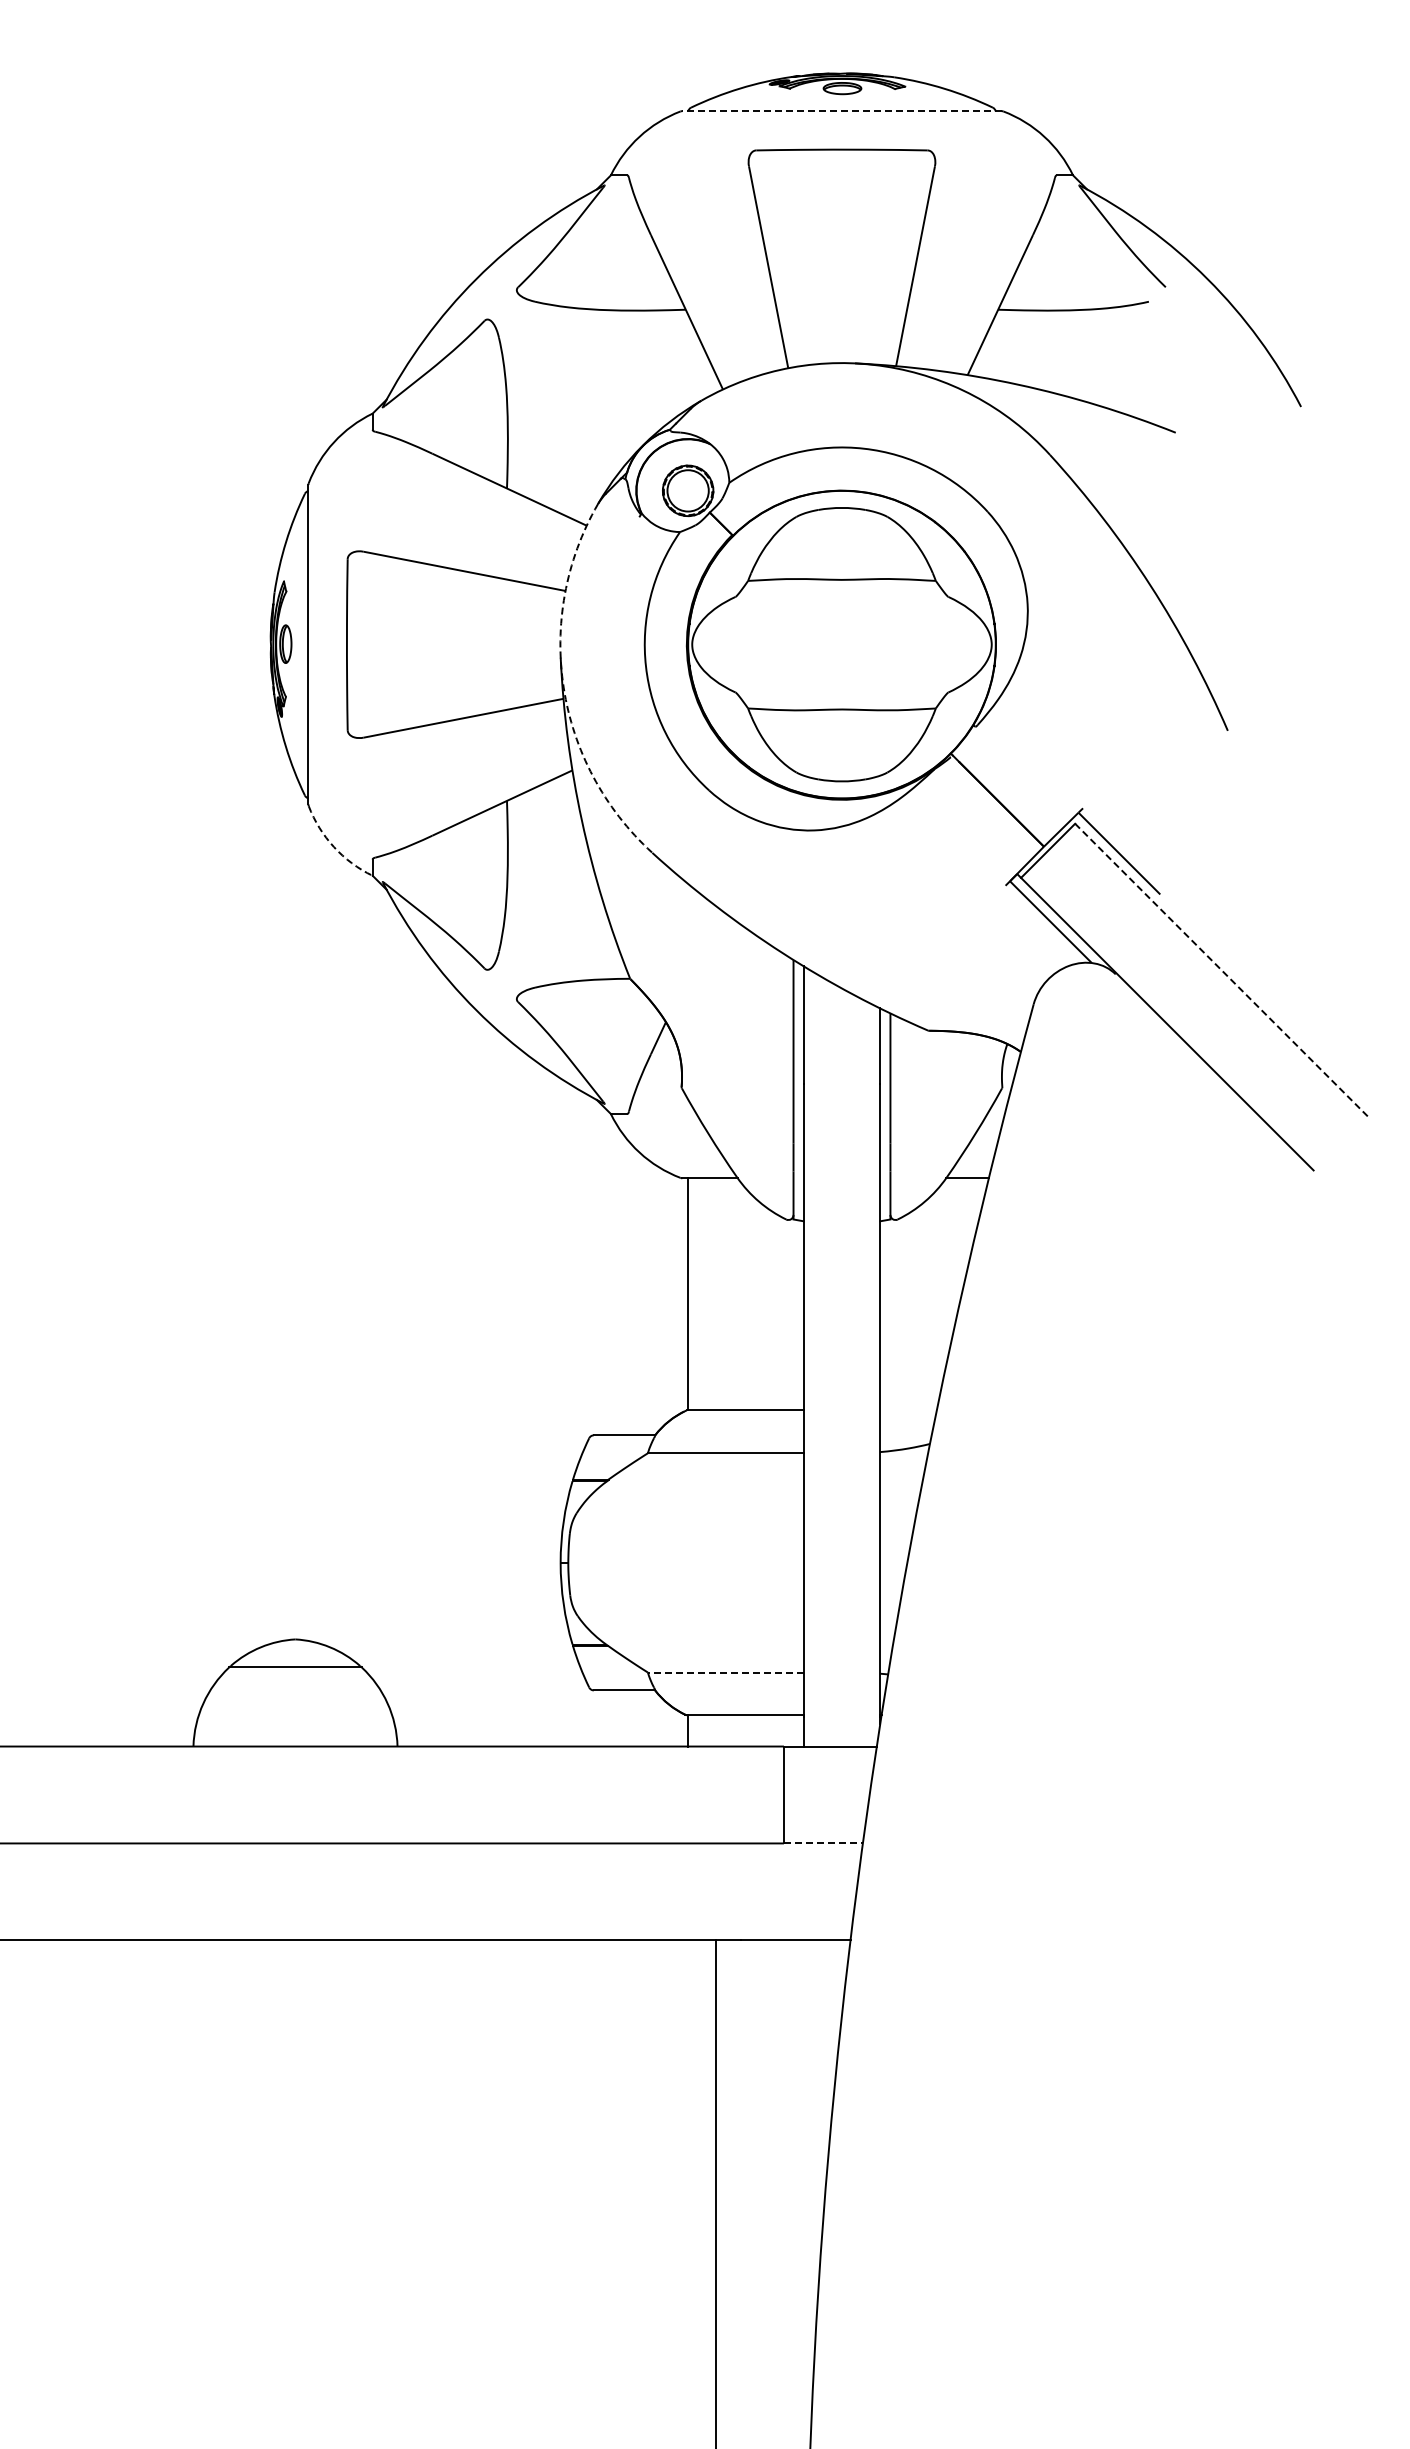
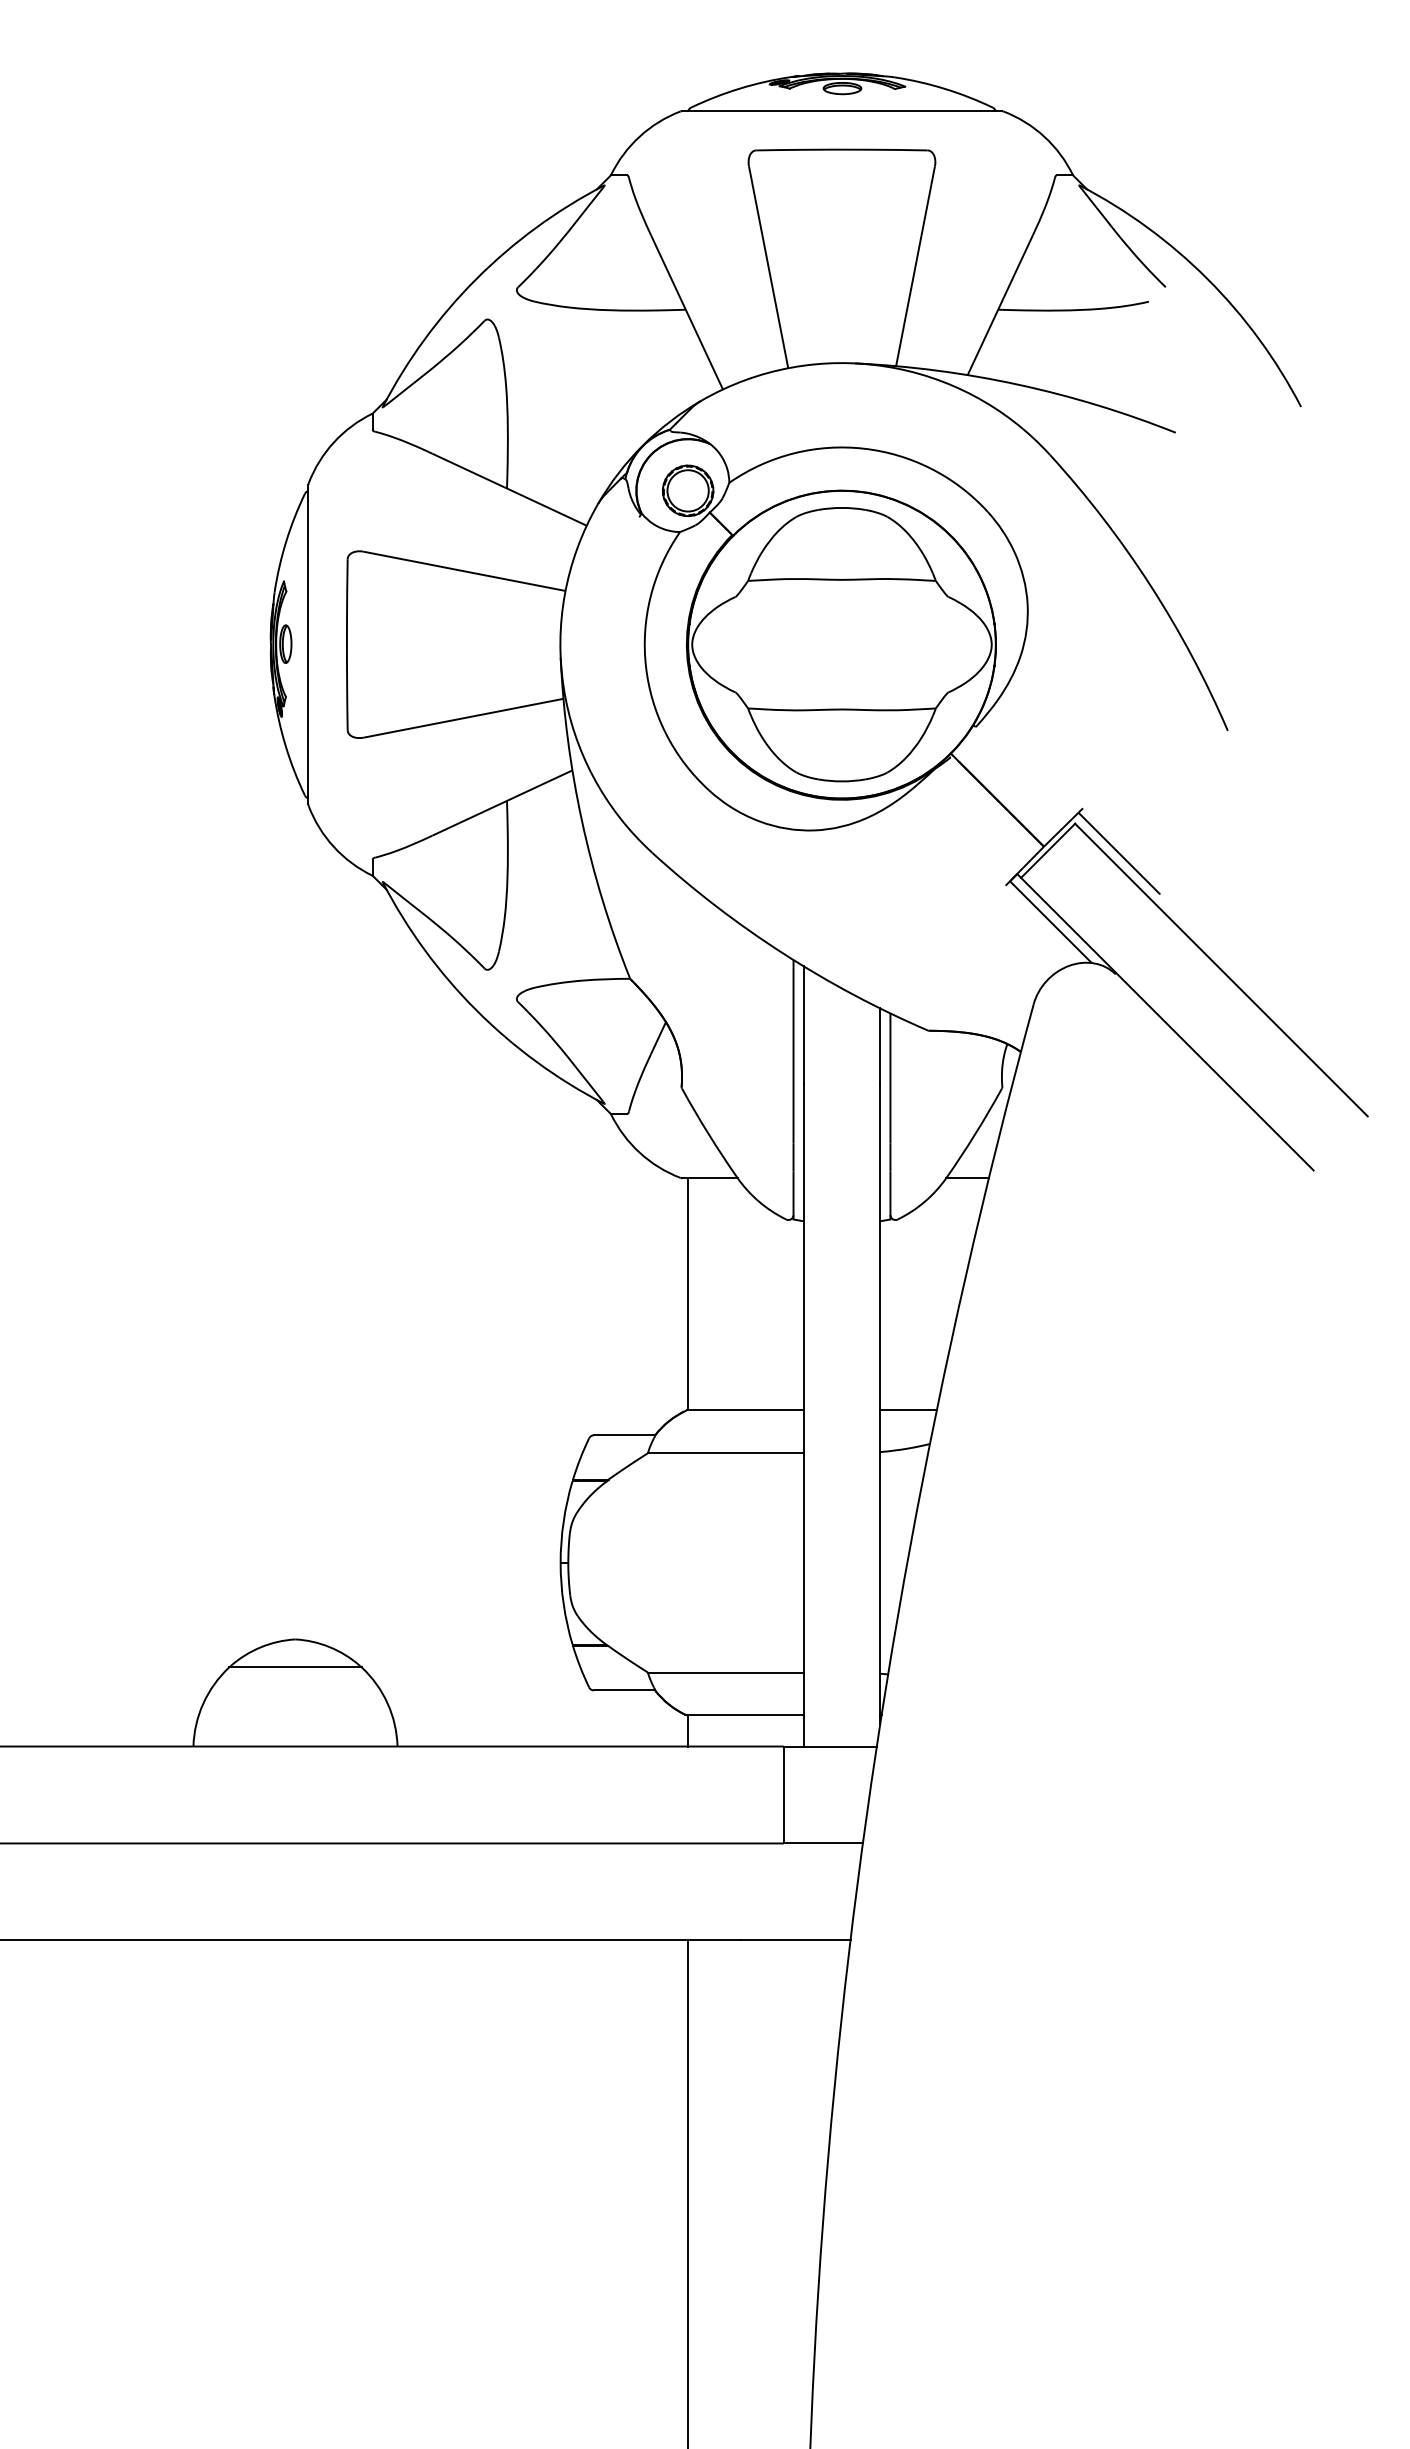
line at (841, 111): dashed -> solid
arc at (563, 688): dashed -> solid
arc at (334, 847): dashed -> solid
line at (1221, 970): dashed -> solid
line at (908, 1410): none -> present
line at (725, 1672): dashed -> solid
line at (823, 1843): dashed -> solid
line at (716, 2192) position: (716, 2192) -> (688, 2192)
